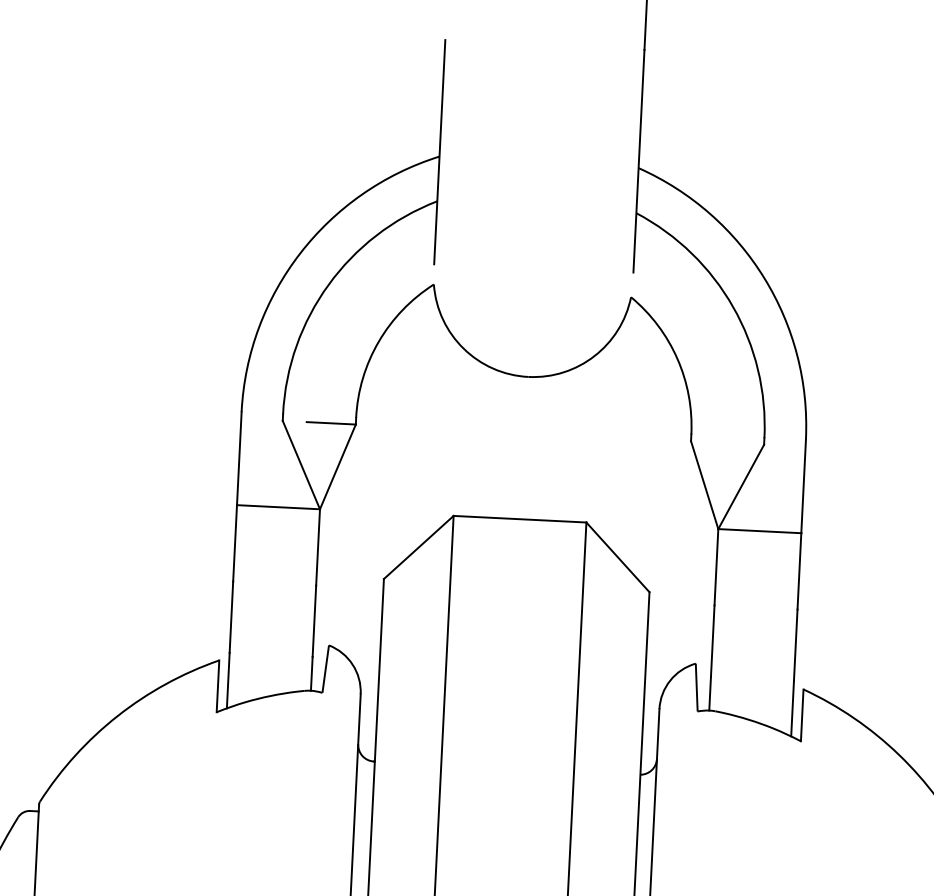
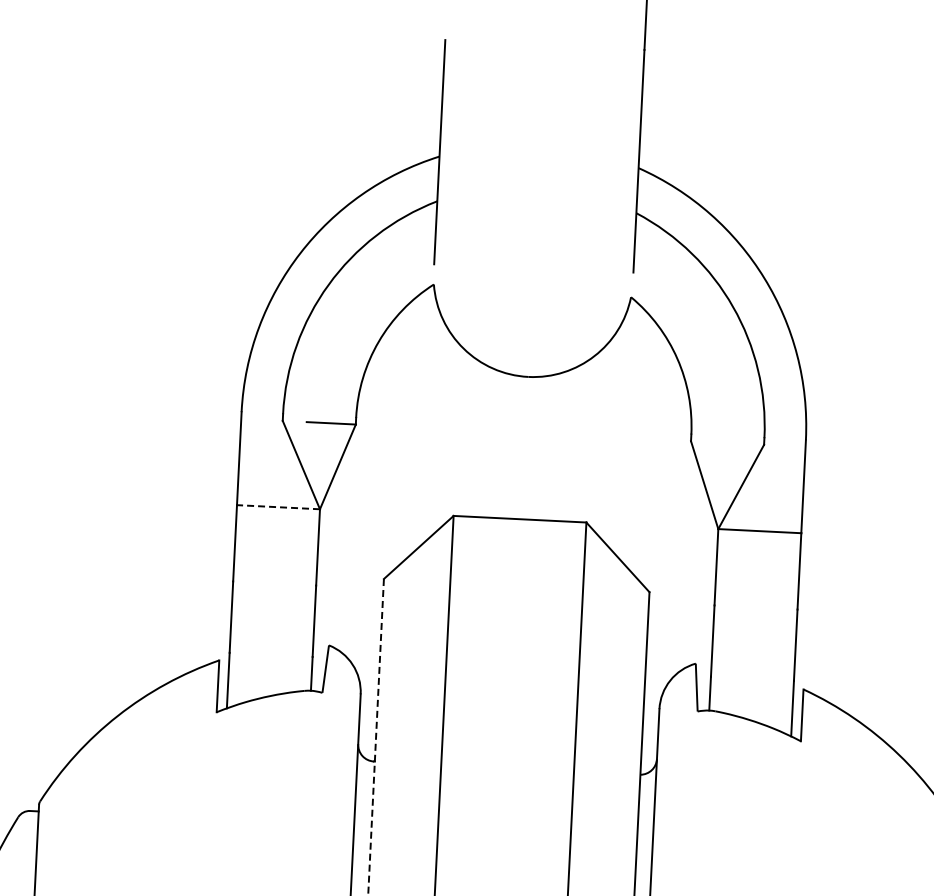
line at (278, 507): solid -> dashed
line at (376, 737): solid -> dashed
